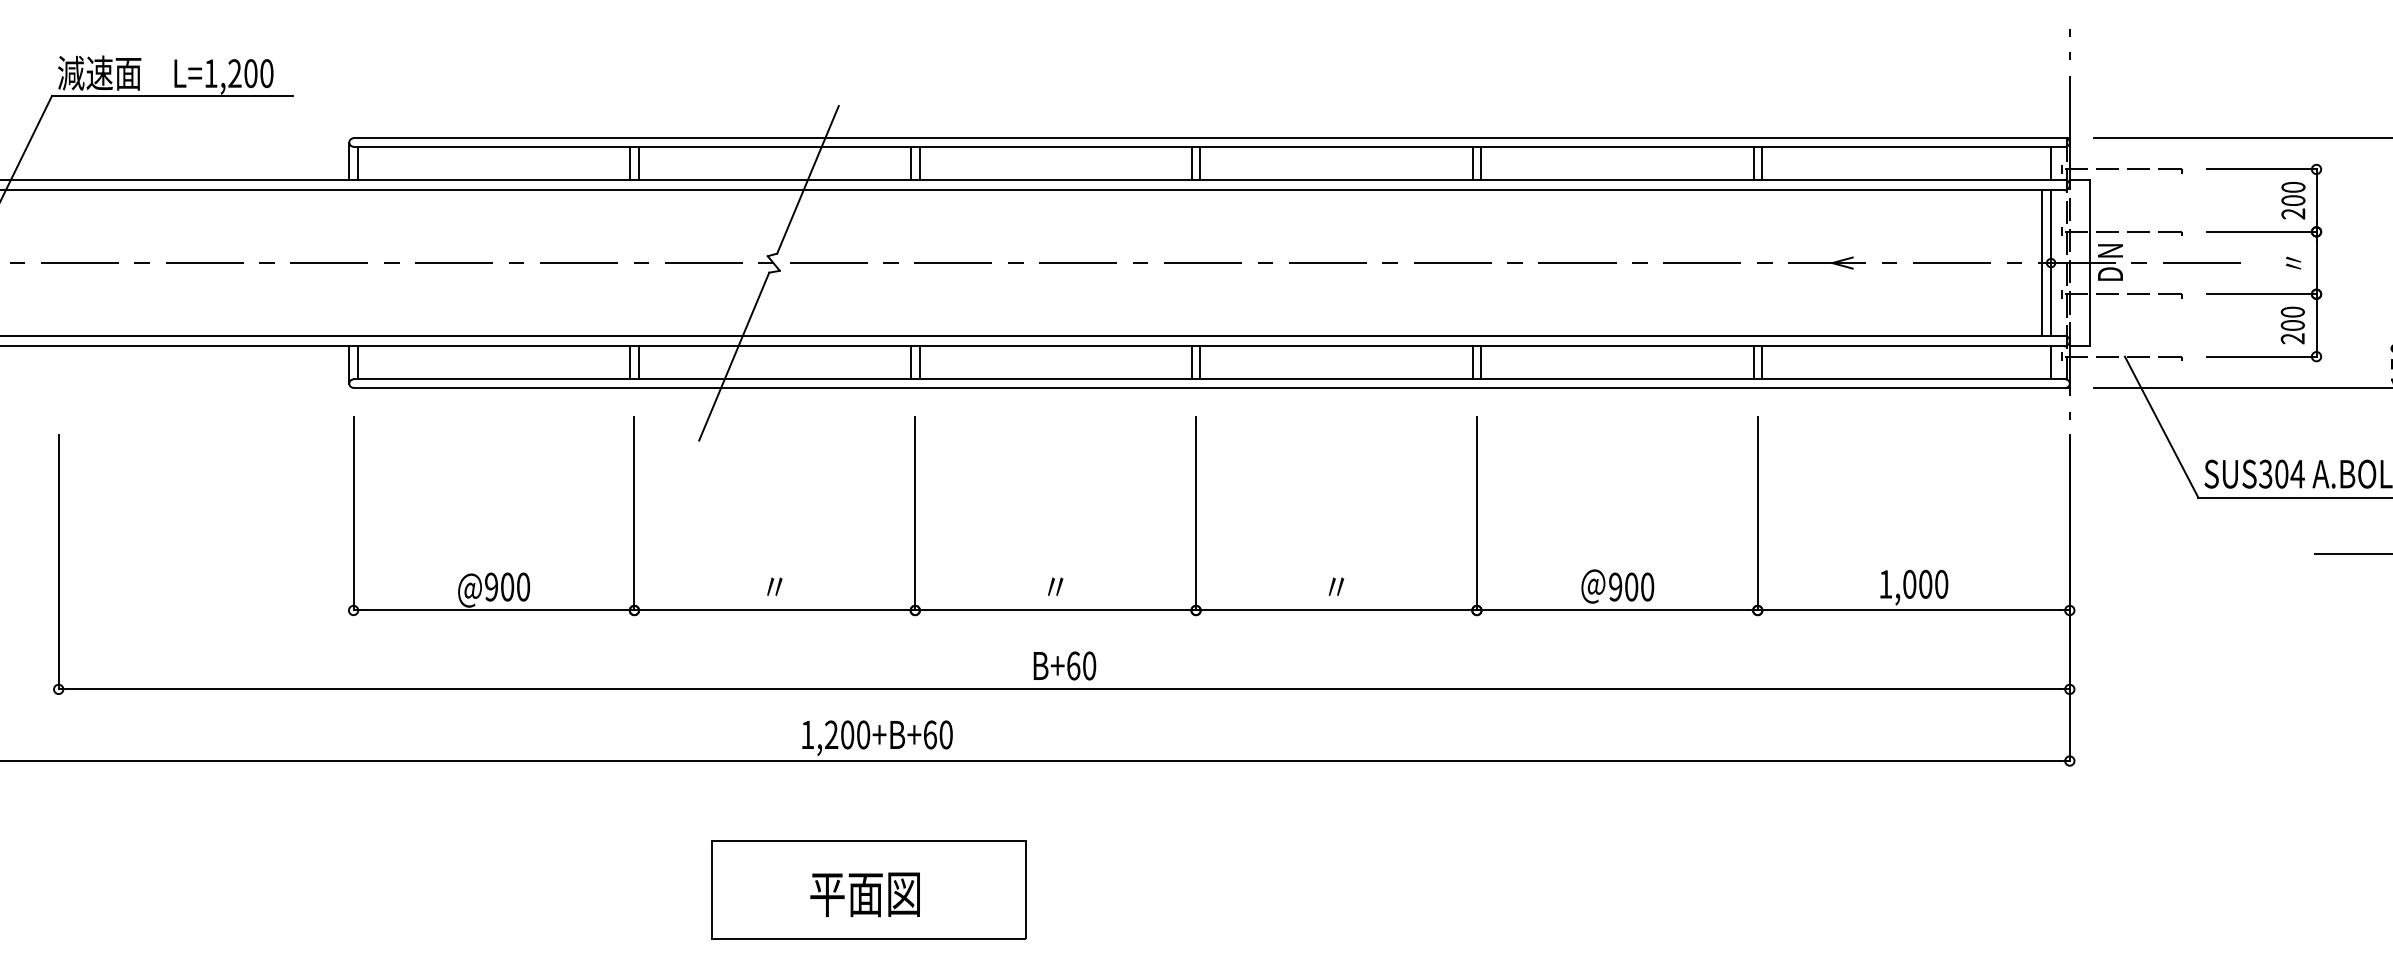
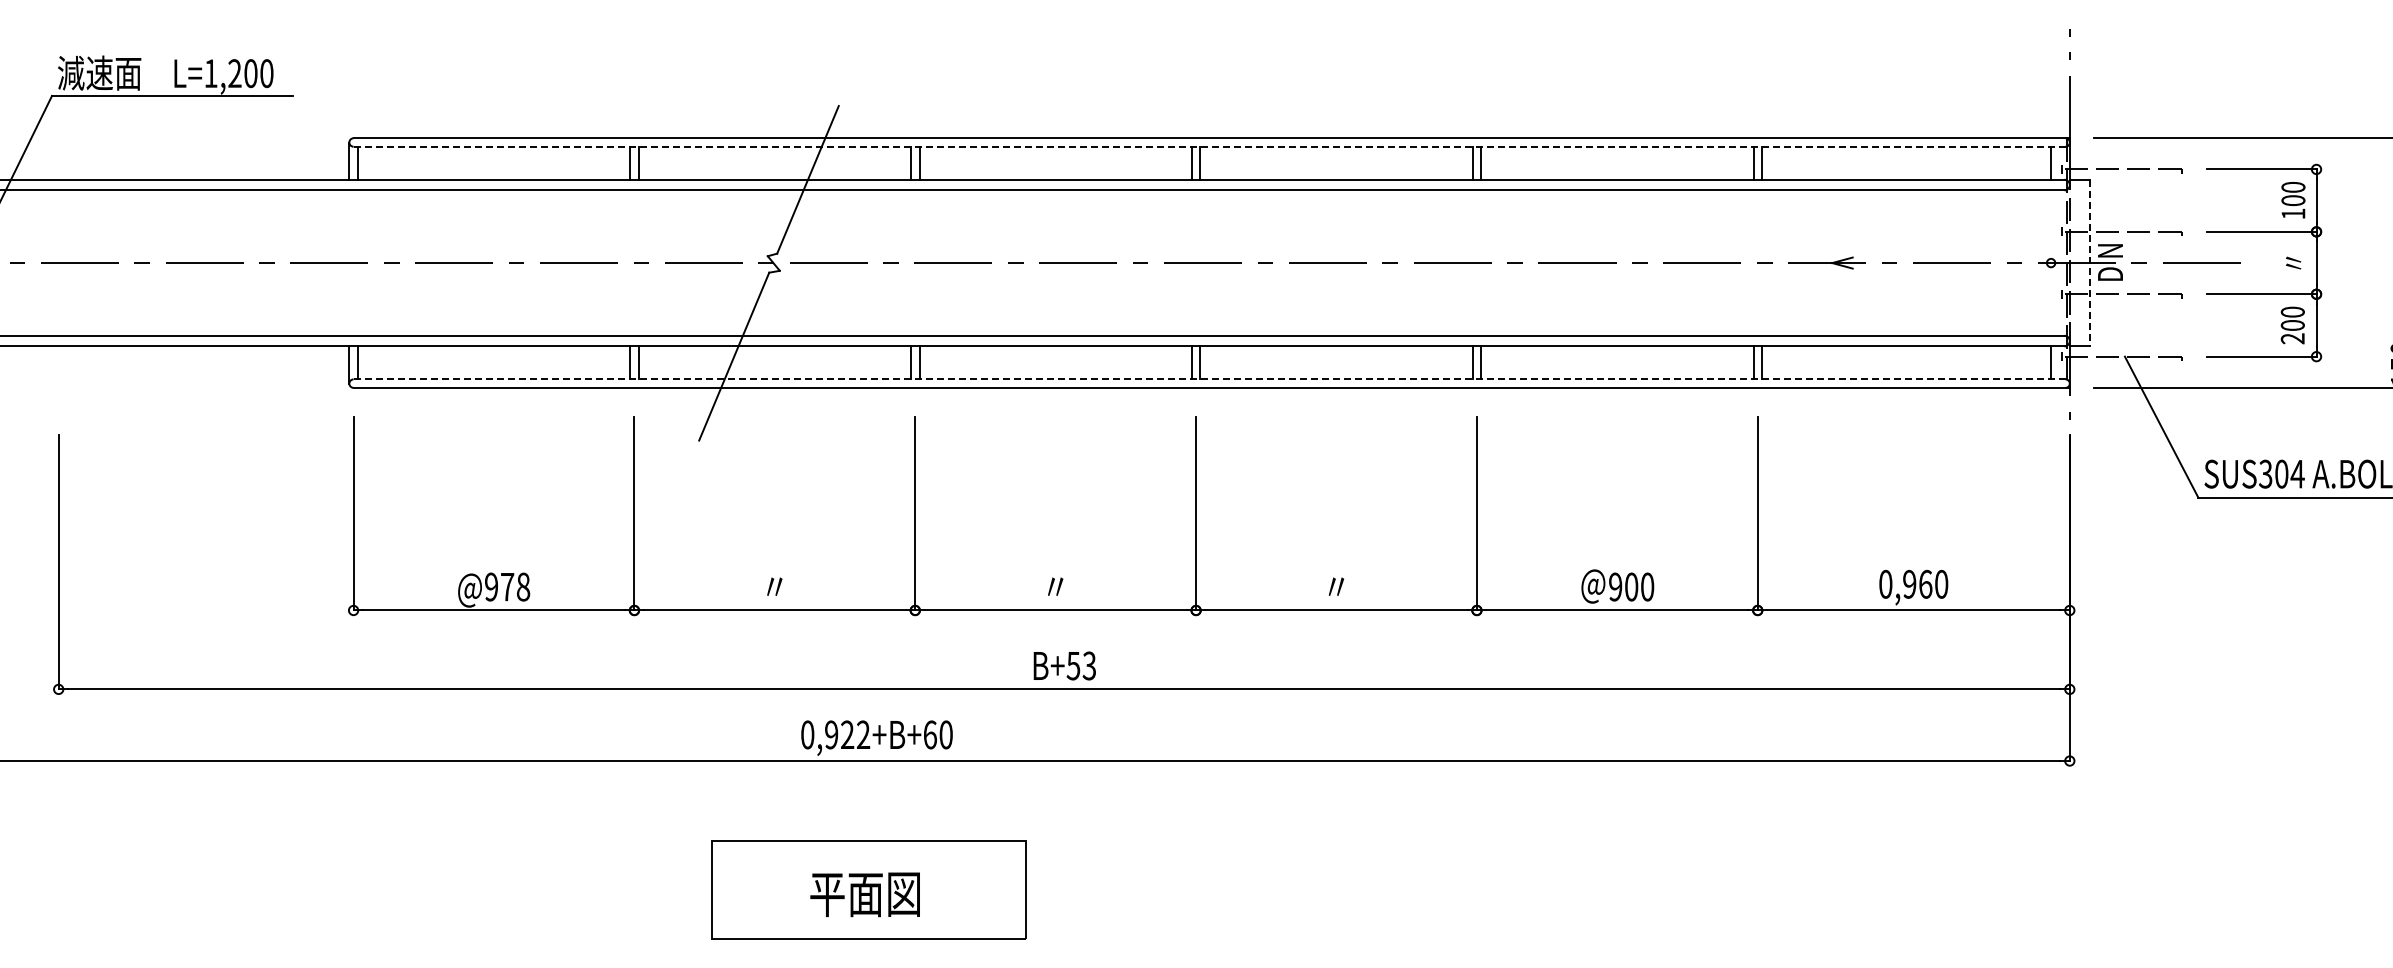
line at (1209, 146): solid -> dashed
text at (2293, 213): 200 -> 100
line at (2041, 262): present -> none
line at (2051, 262): present -> none
line at (2090, 263): solid -> dashed
line at (1209, 379): solid -> dashed
line at (2351, 553): present -> none
text at (1905, 583): 1,000 -> 0,960
text at (515, 586): @900 -> @978
text at (1081, 665): B+60 -> B+53
text at (835, 734): 1,200+B+60 -> 0,922+B+60
